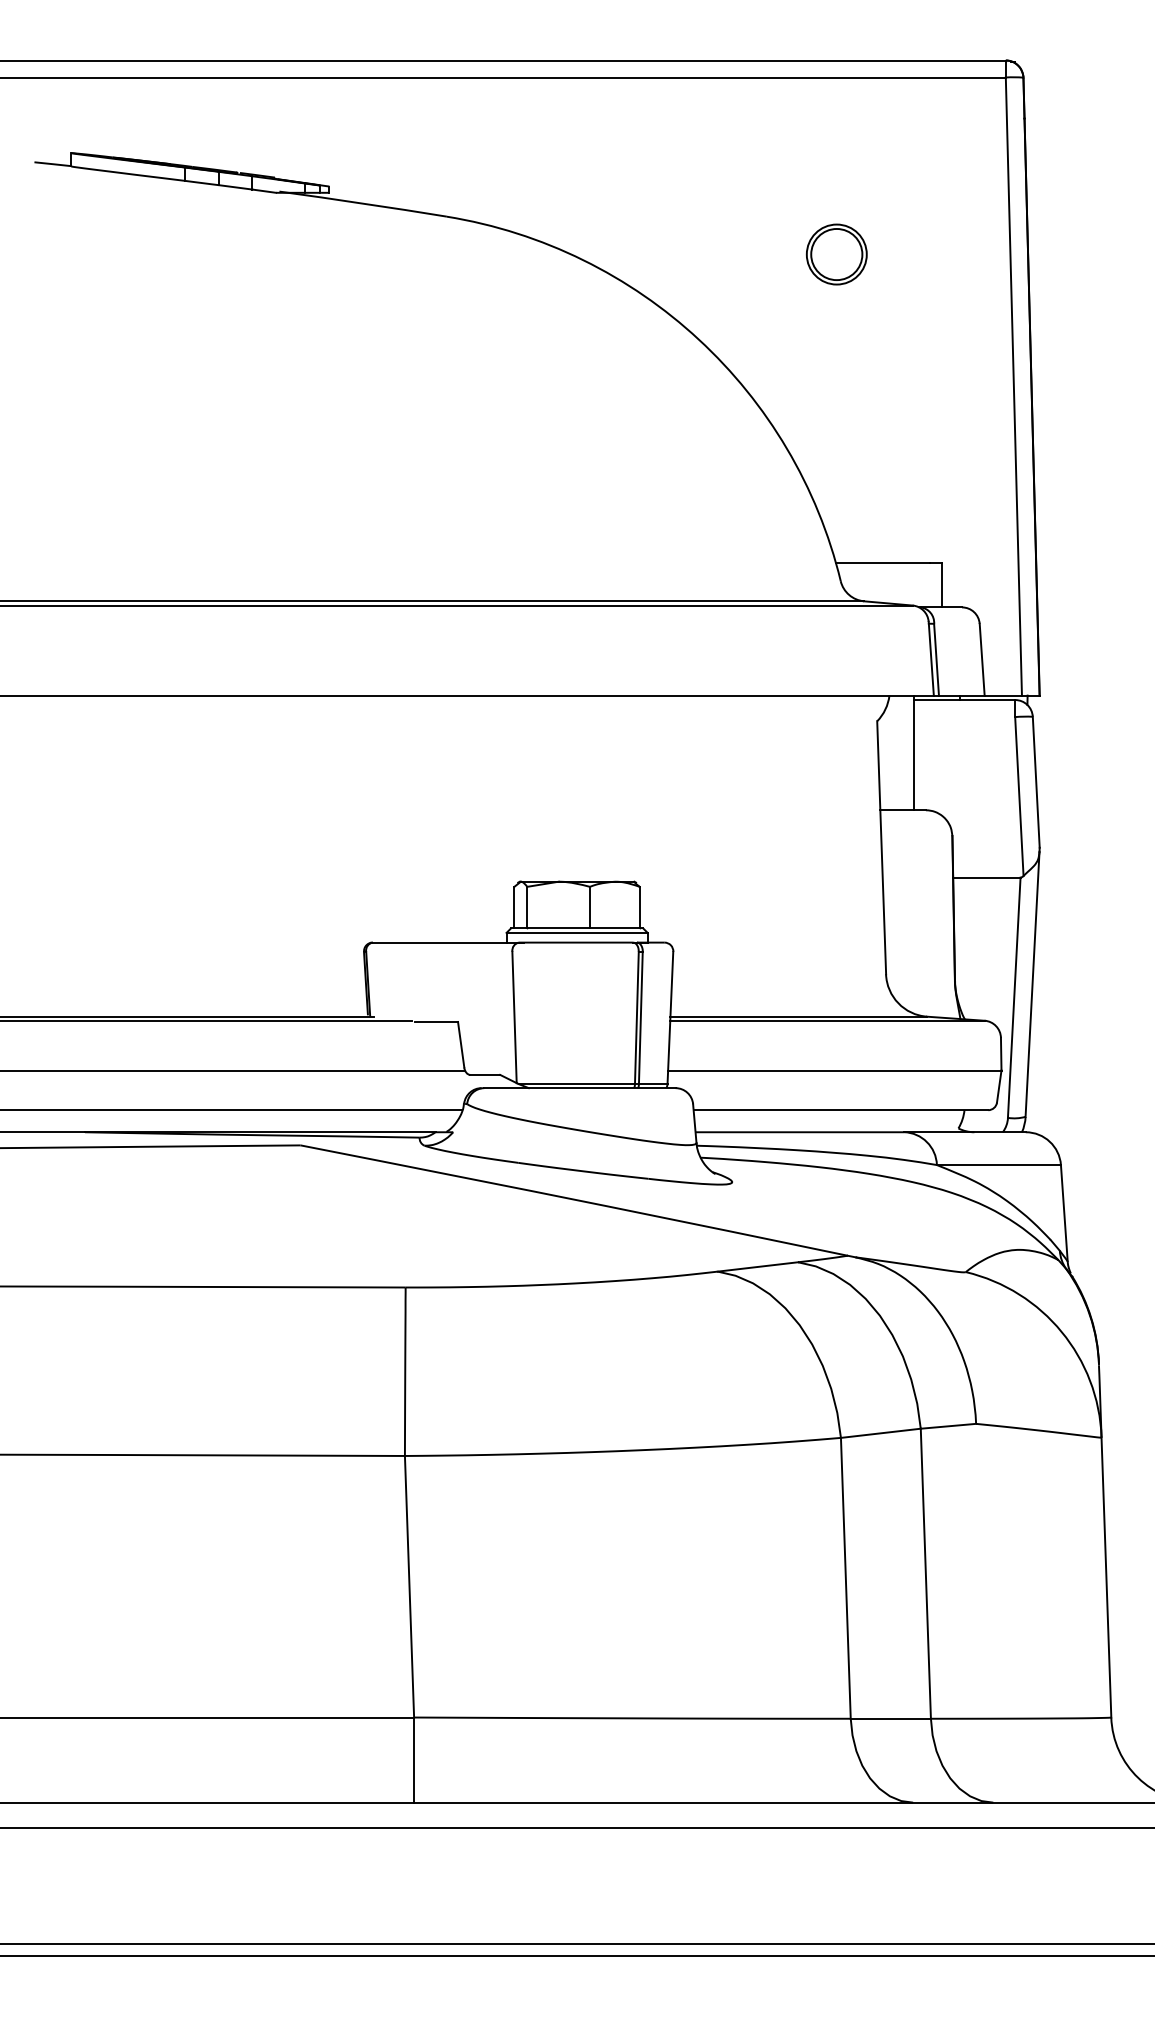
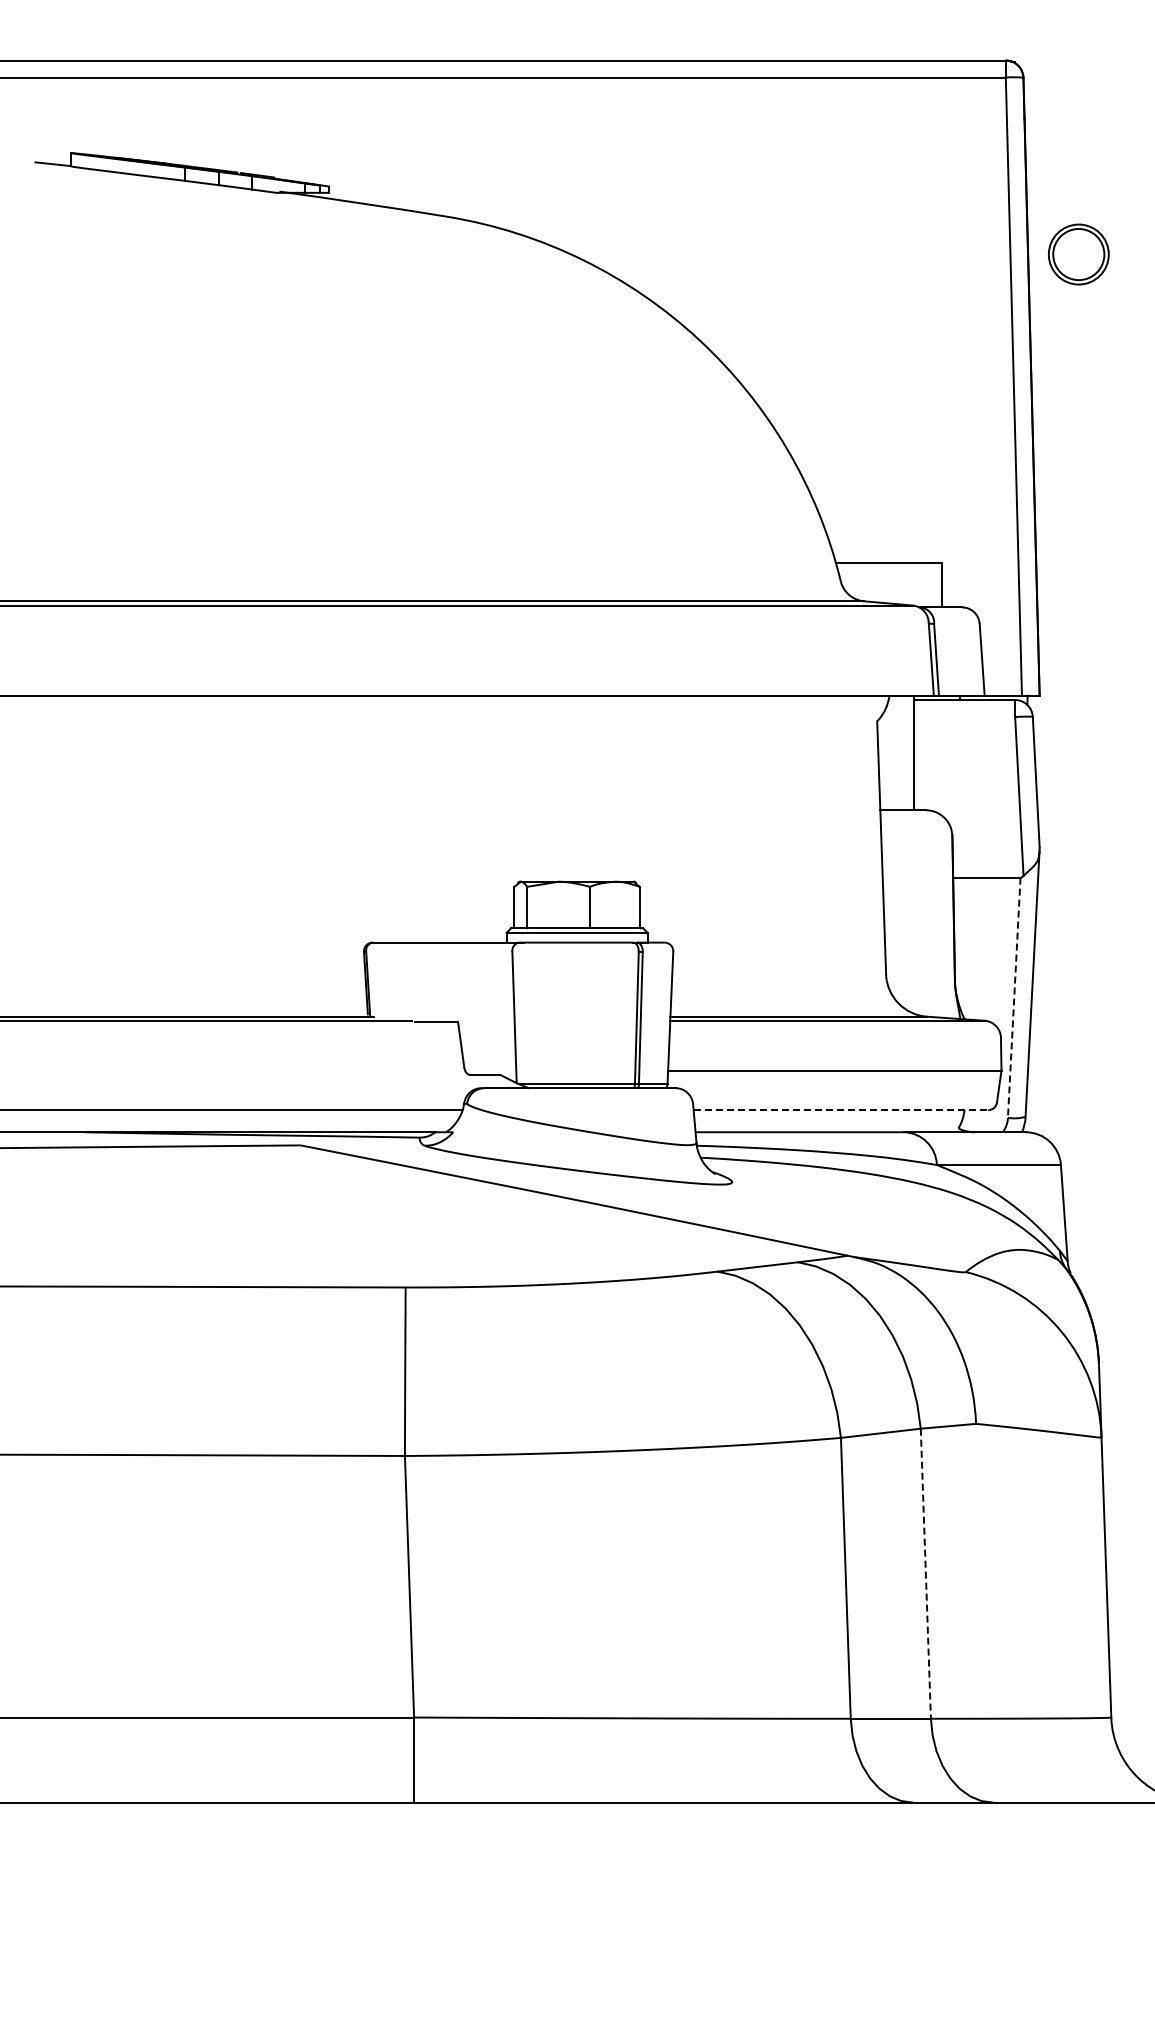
part at (836, 254) position: (836, 254) -> (1078, 254)
line at (1014, 998): solid -> dashed
line at (233, 1070): present -> none
line at (841, 1110): solid -> dashed
line at (925, 1574): solid -> dashed
line at (576, 1827): present -> none
line at (576, 1943): present -> none
line at (576, 1956): present -> none
